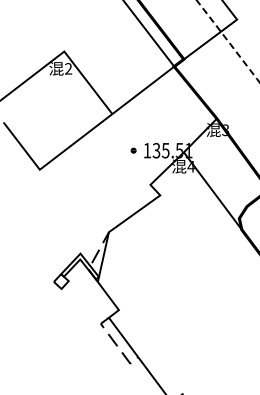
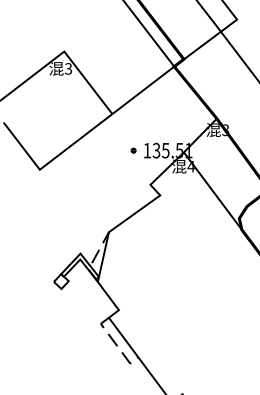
arc at (228, 41): dashed -> solid
text at (68, 68): 2 -> 3
